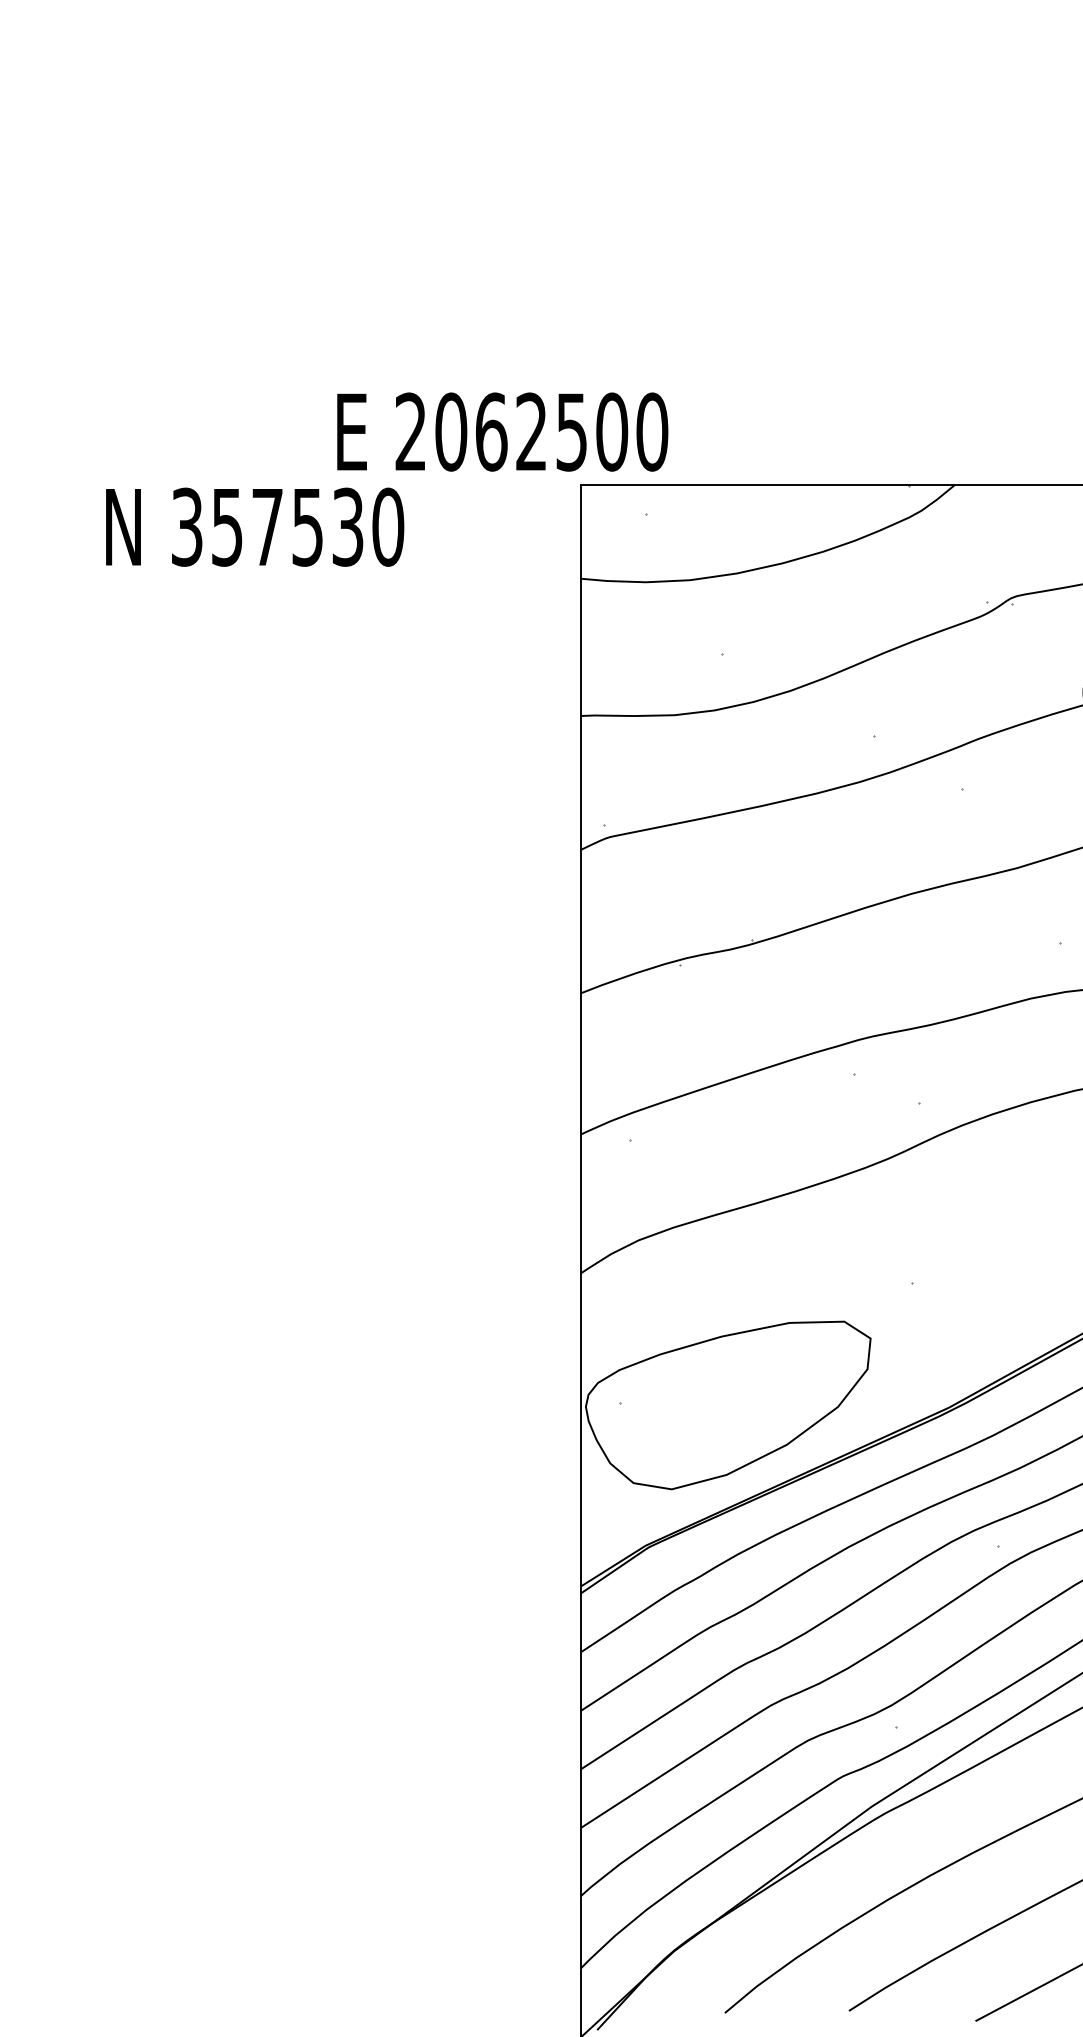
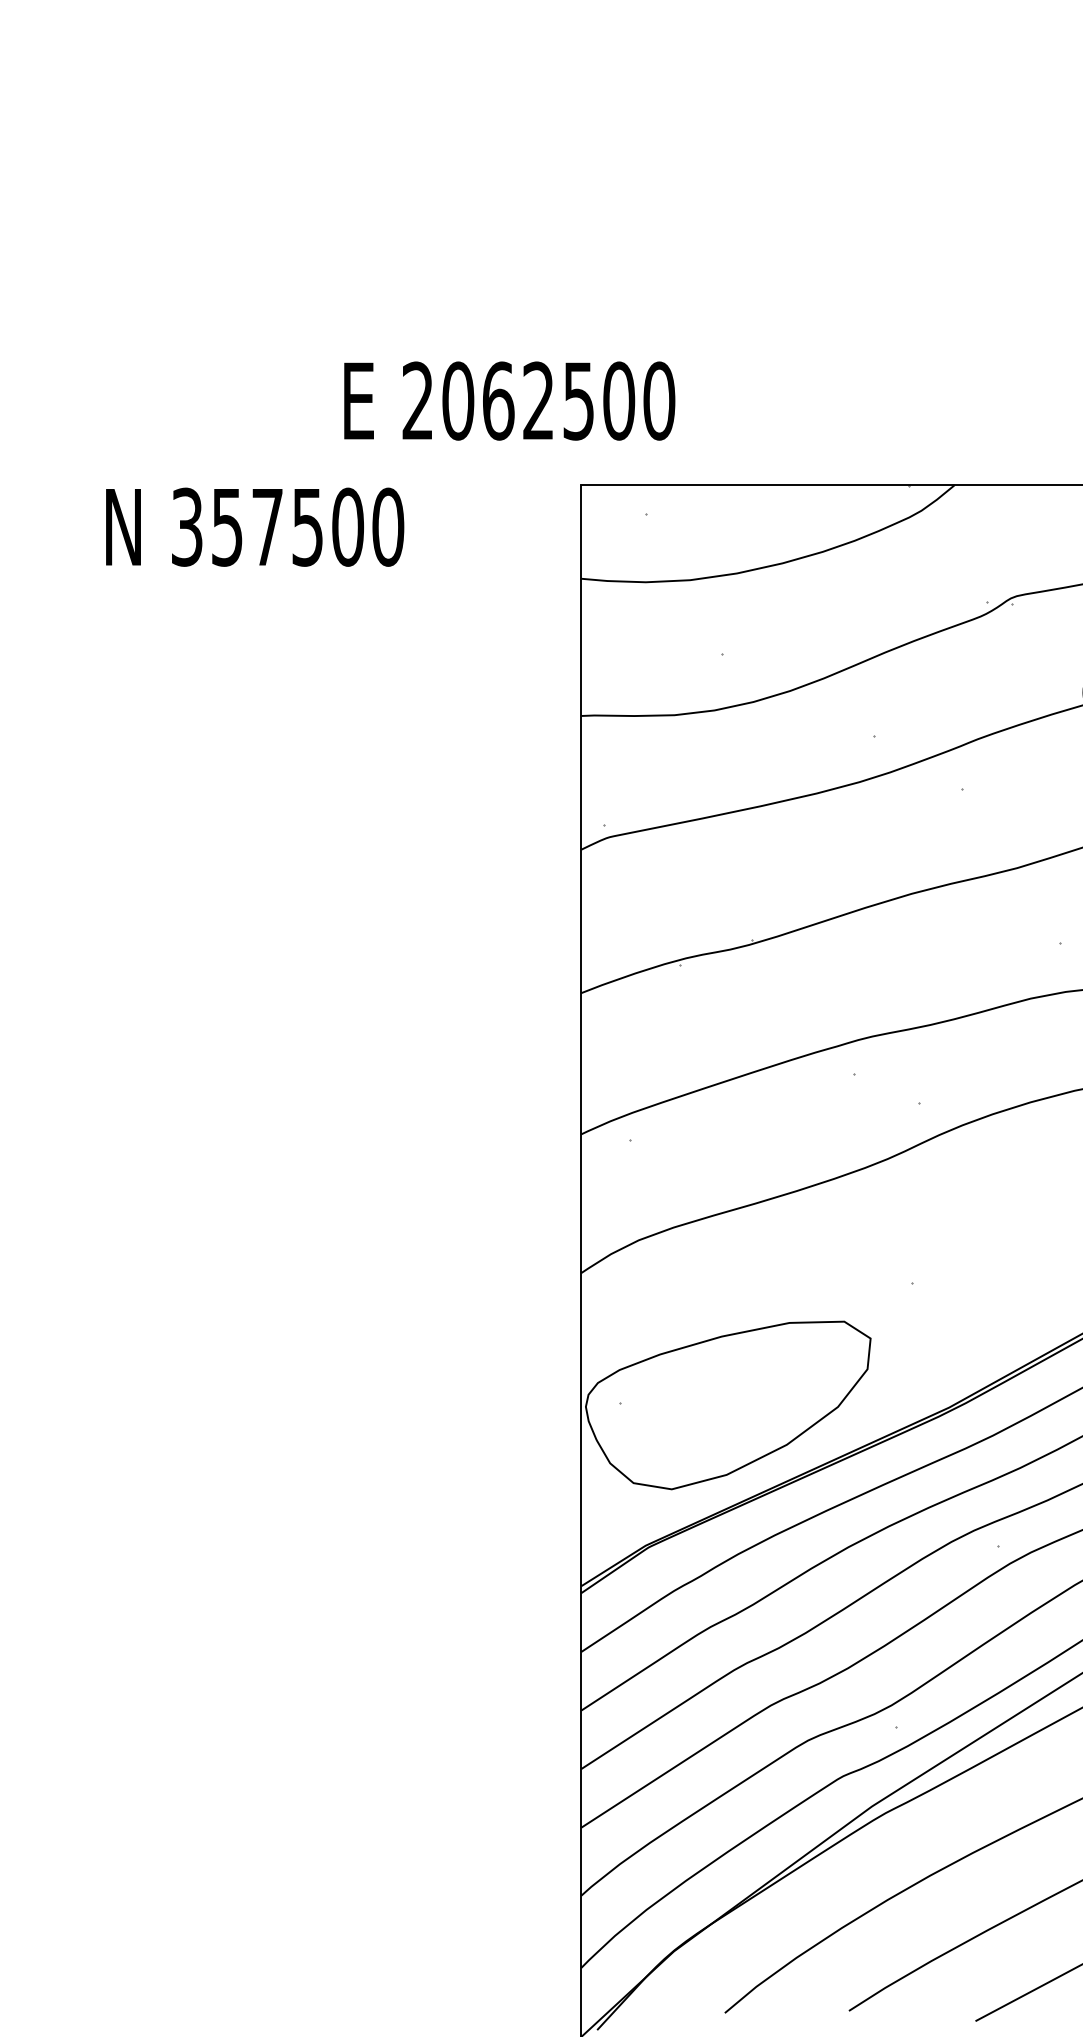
text at (502, 431) position: (502, 431) -> (509, 400)
text at (348, 526): 357530 -> 357500
